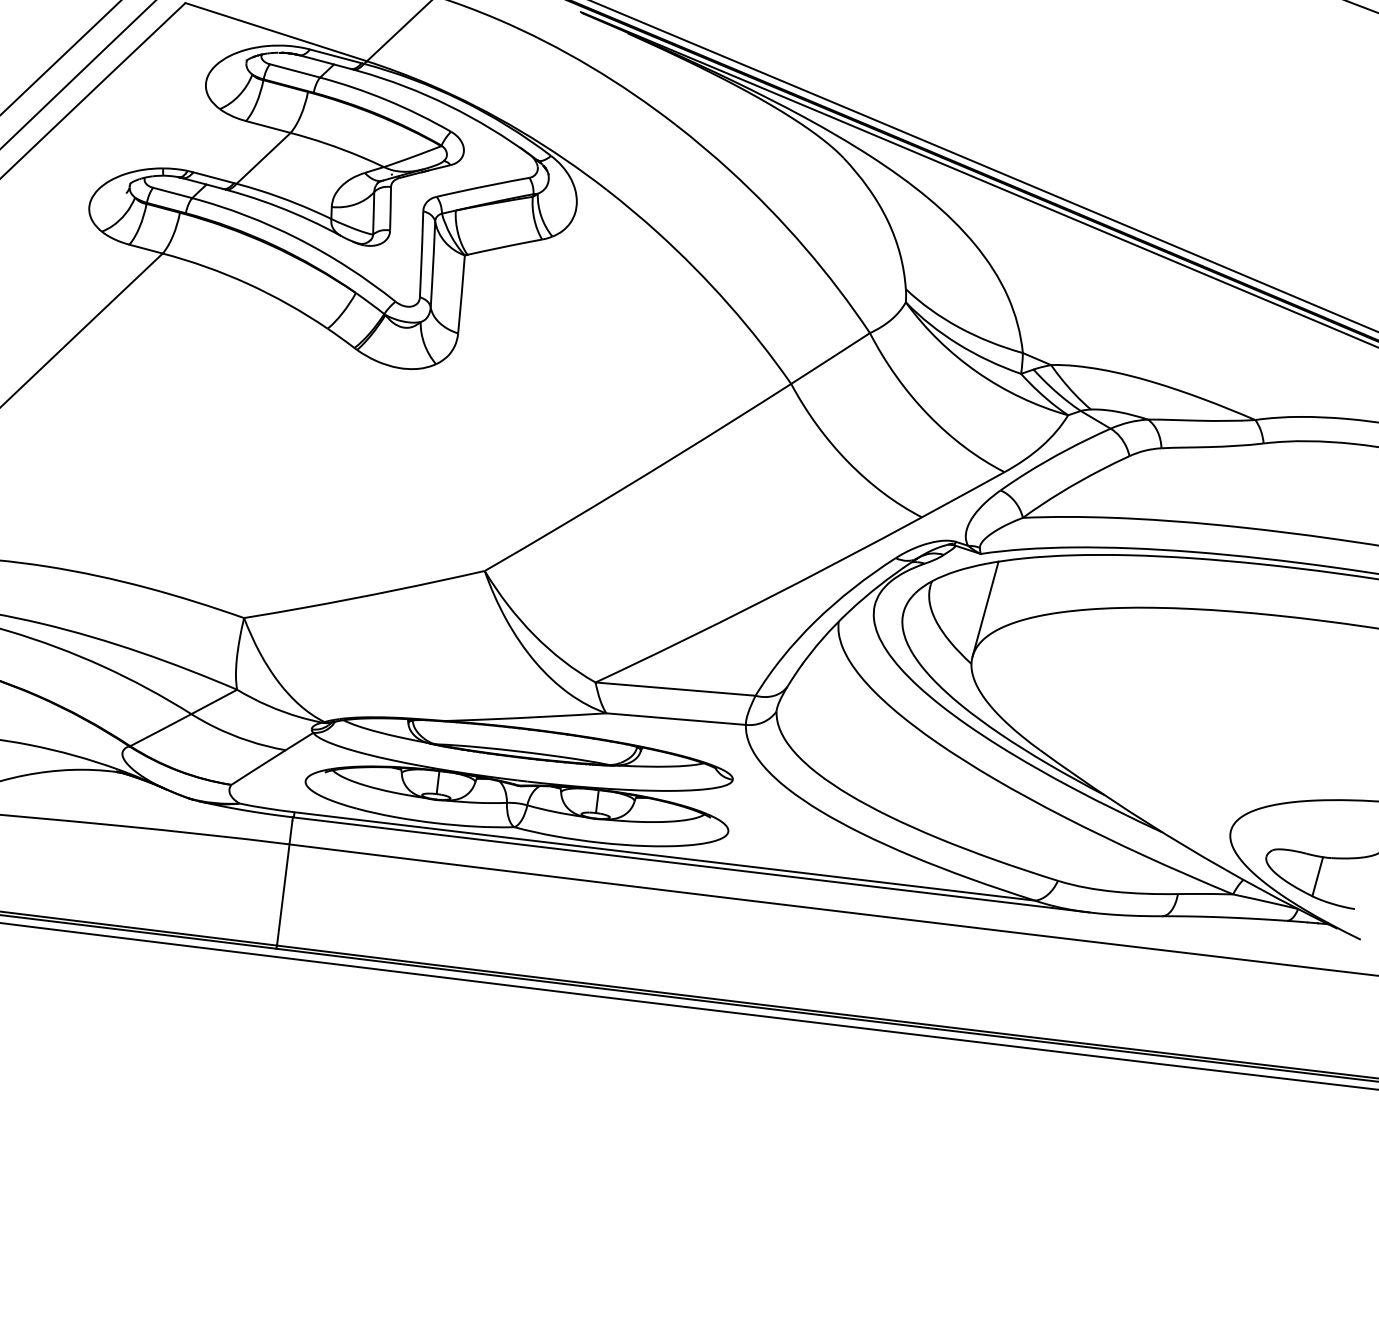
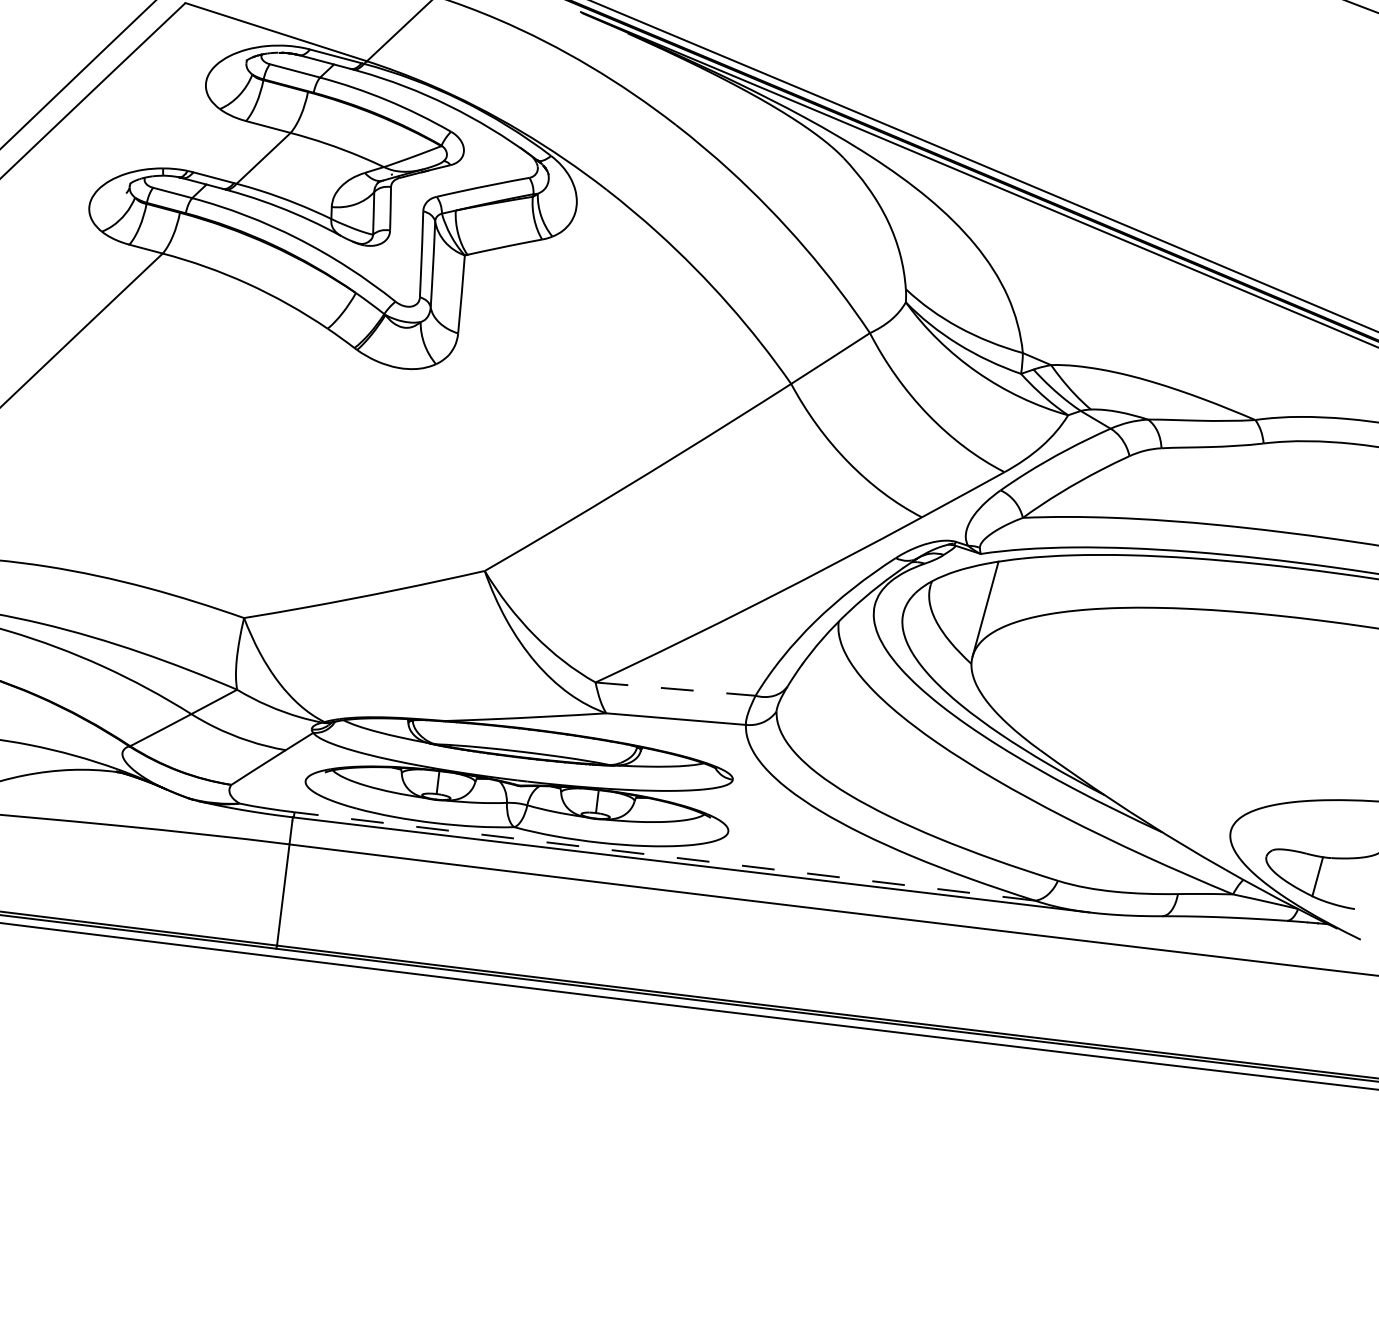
line at (60, 57): present -> none
line at (676, 689): solid -> dashed
line at (664, 856): solid -> dashed
